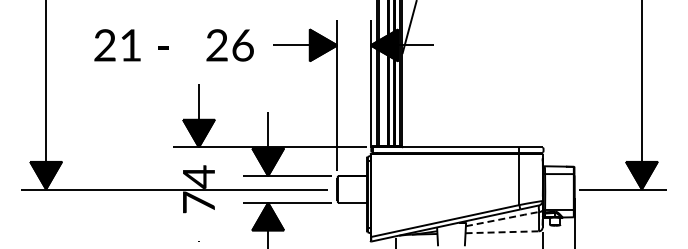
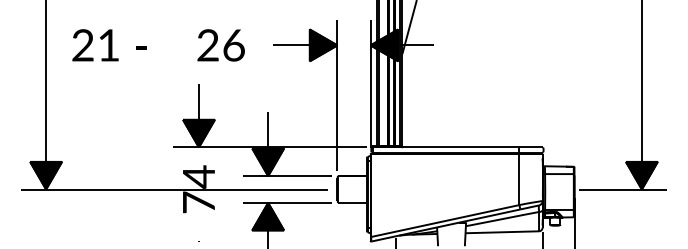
text at (131, 45) position: (131, 45) -> (109, 45)
text at (229, 45) position: (229, 45) -> (220, 45)
line at (502, 219): dashed -> solid
line at (502, 232): dashed -> solid
